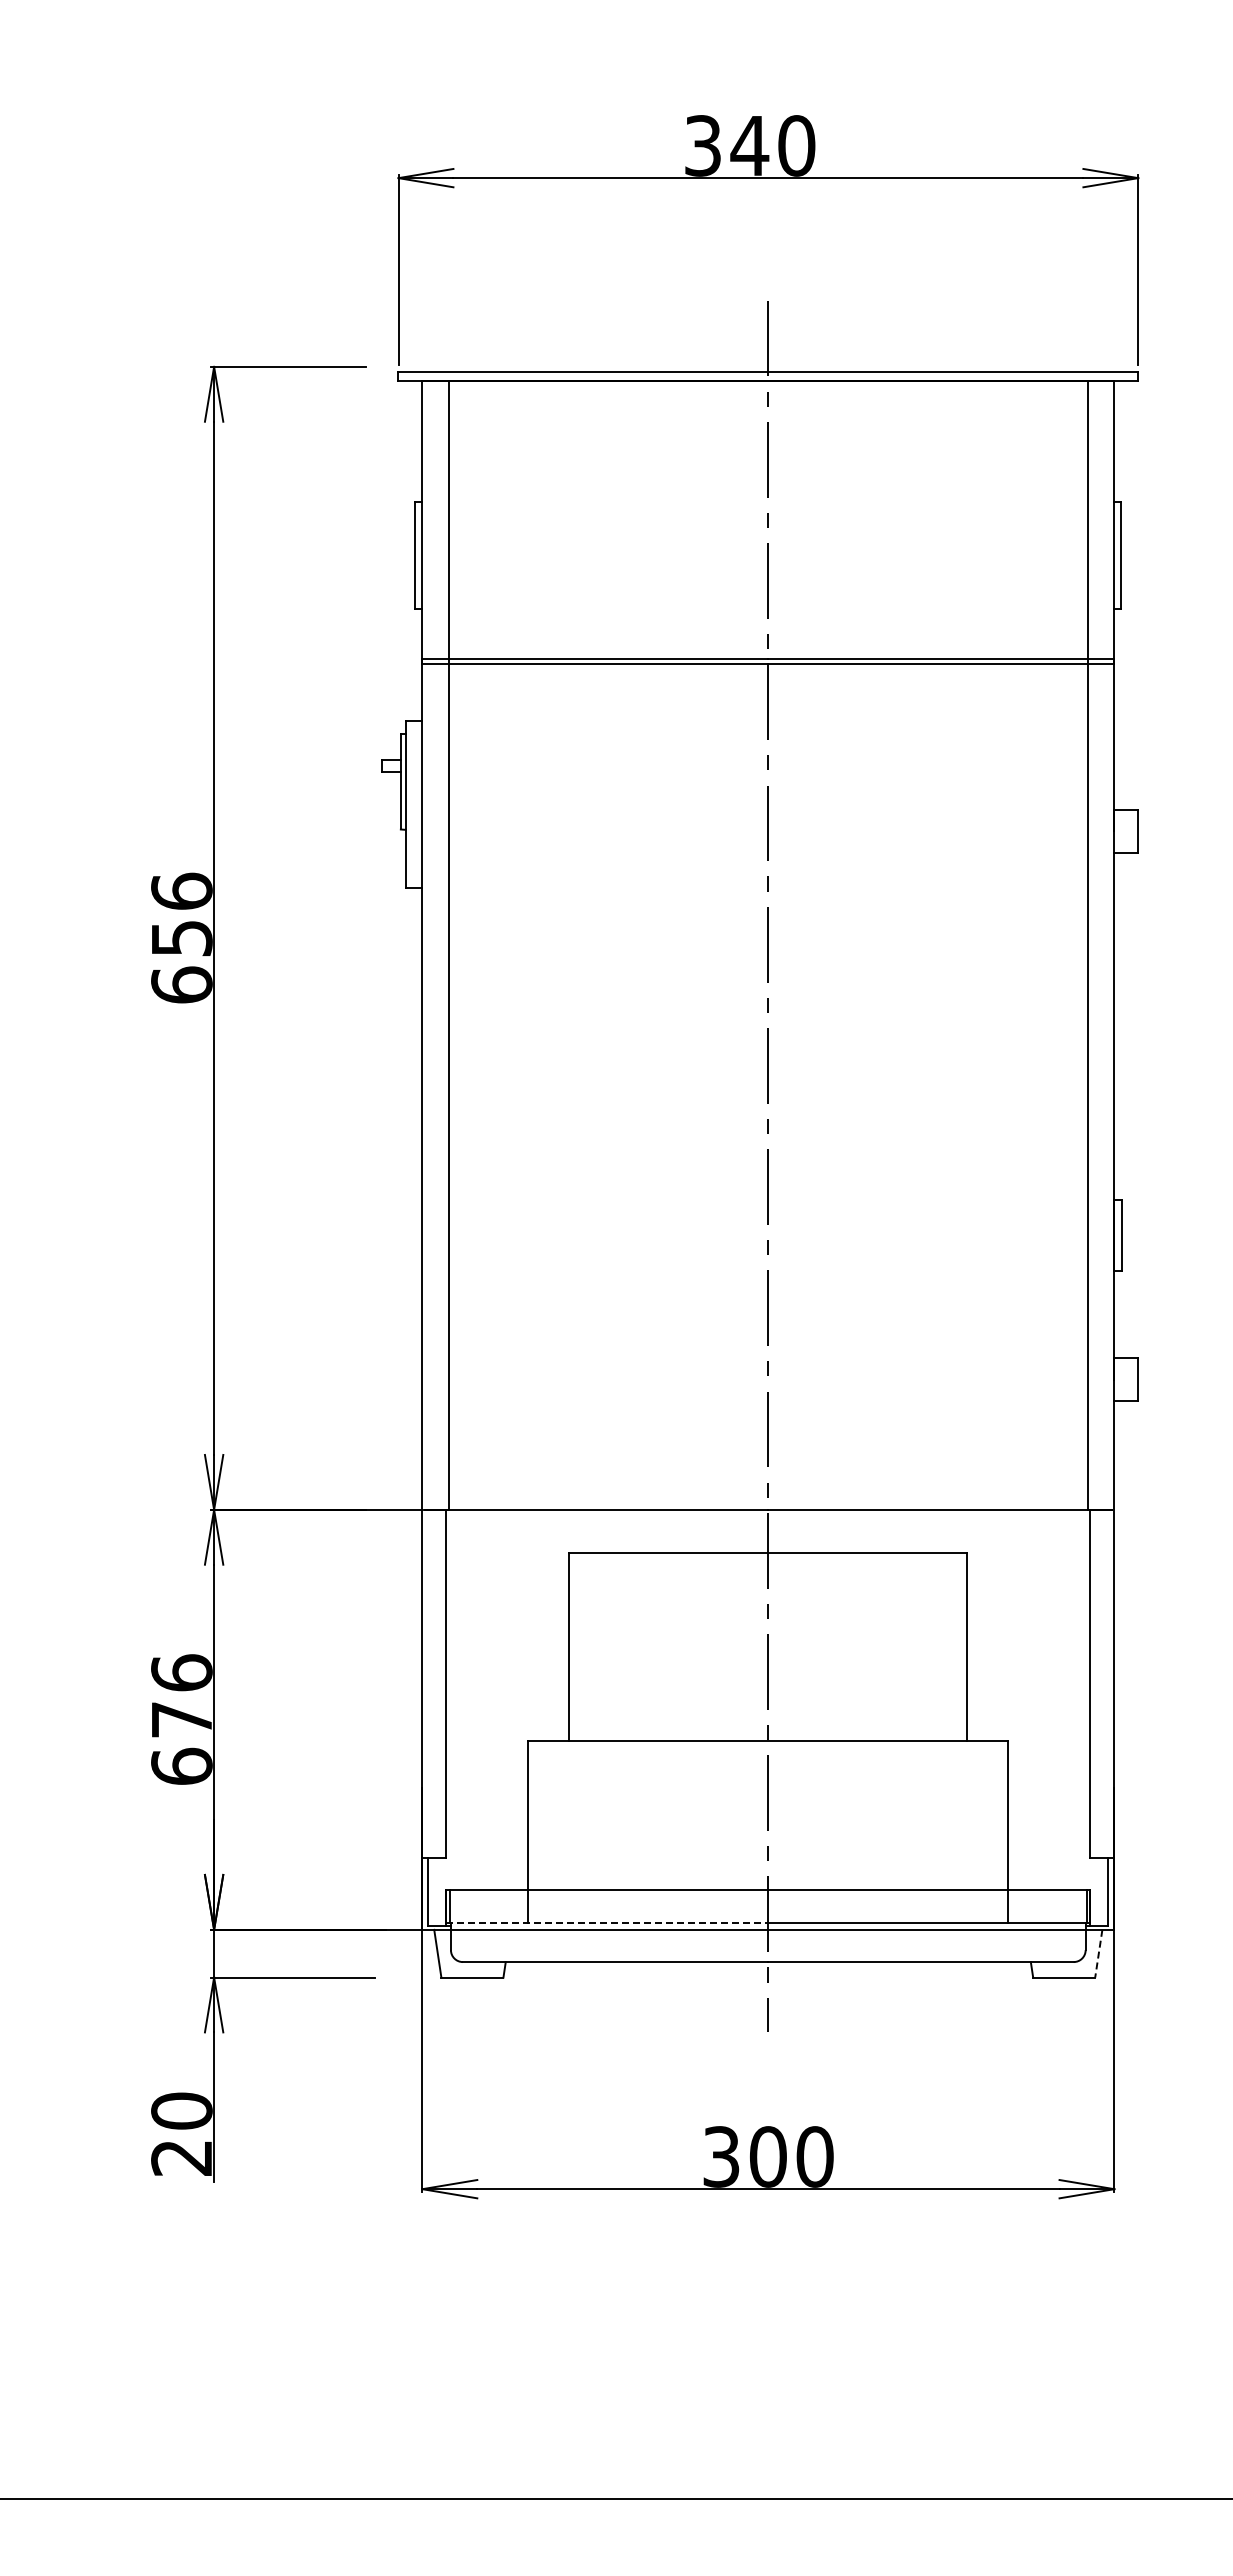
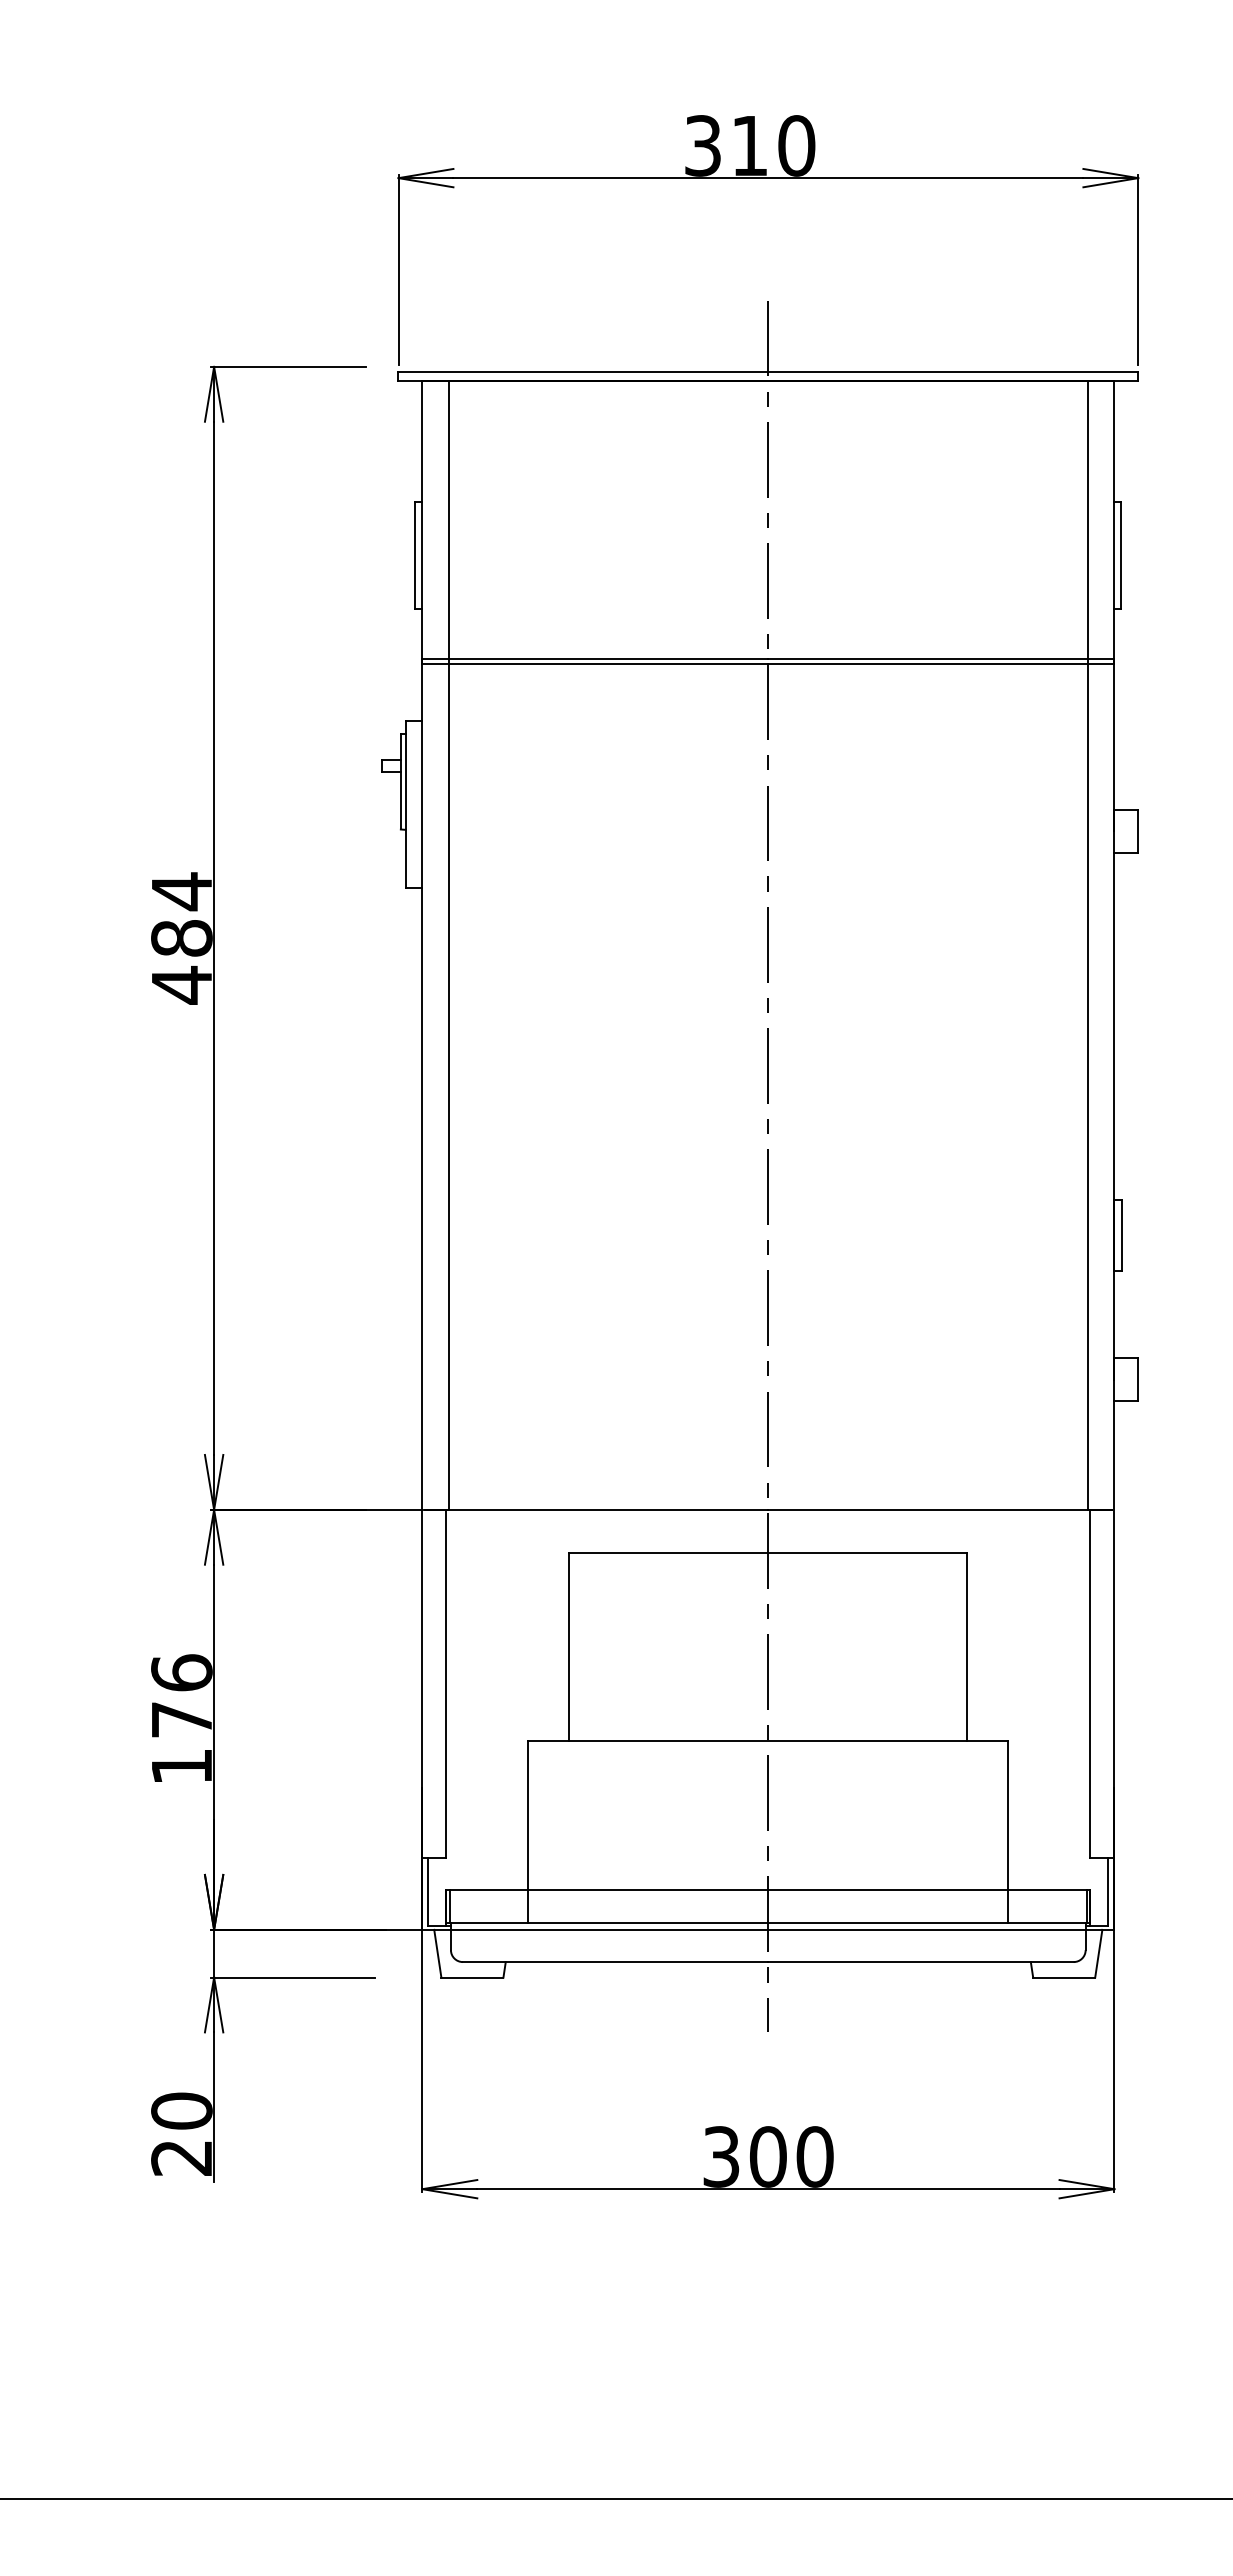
text at (749, 145): 340 -> 310
text at (181, 938): 656 -> 484
text at (181, 1765): 676 -> 176
line at (607, 1922): dashed -> solid
line at (1098, 1954): dashed -> solid
